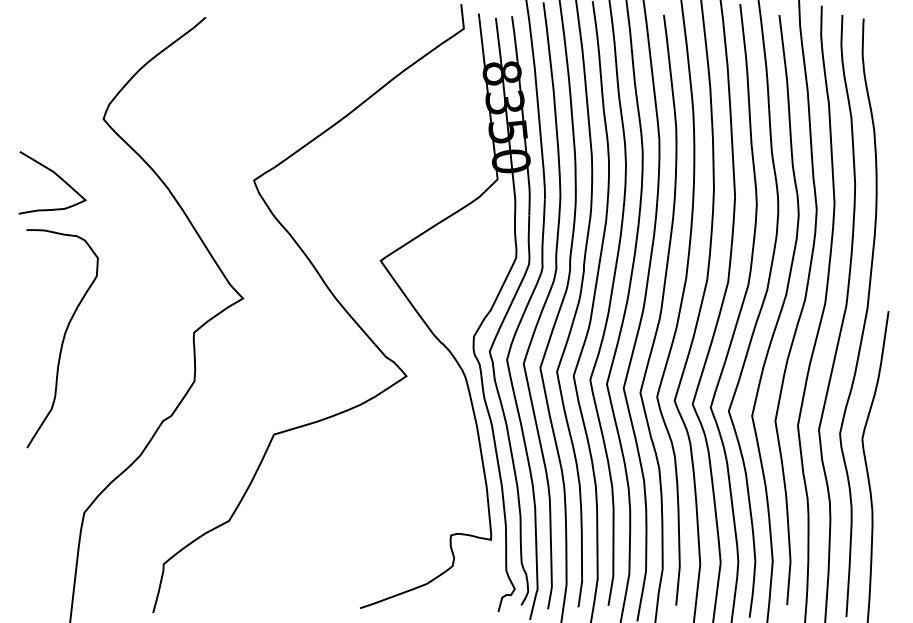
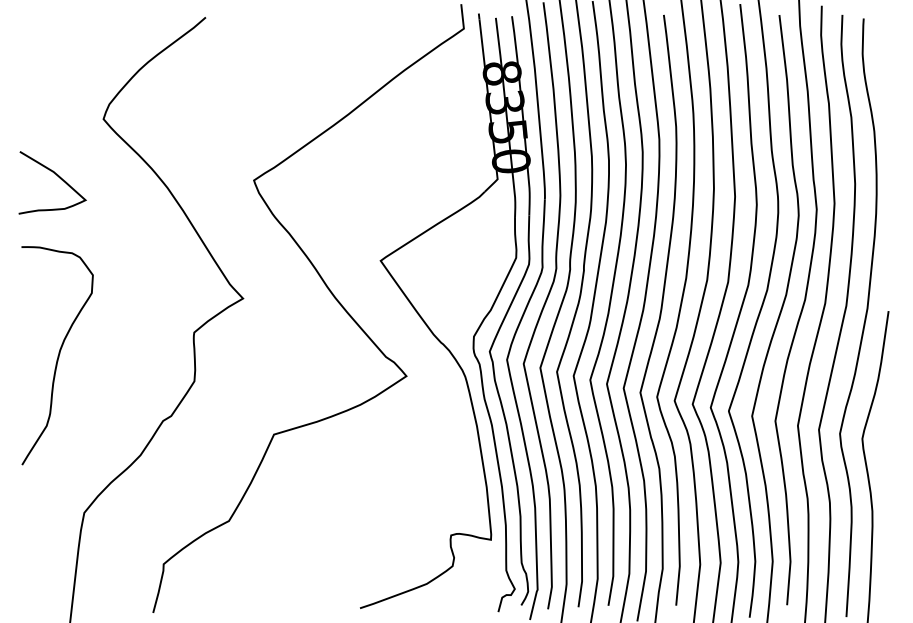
curve at (62, 338) position: (62, 338) -> (57, 355)
